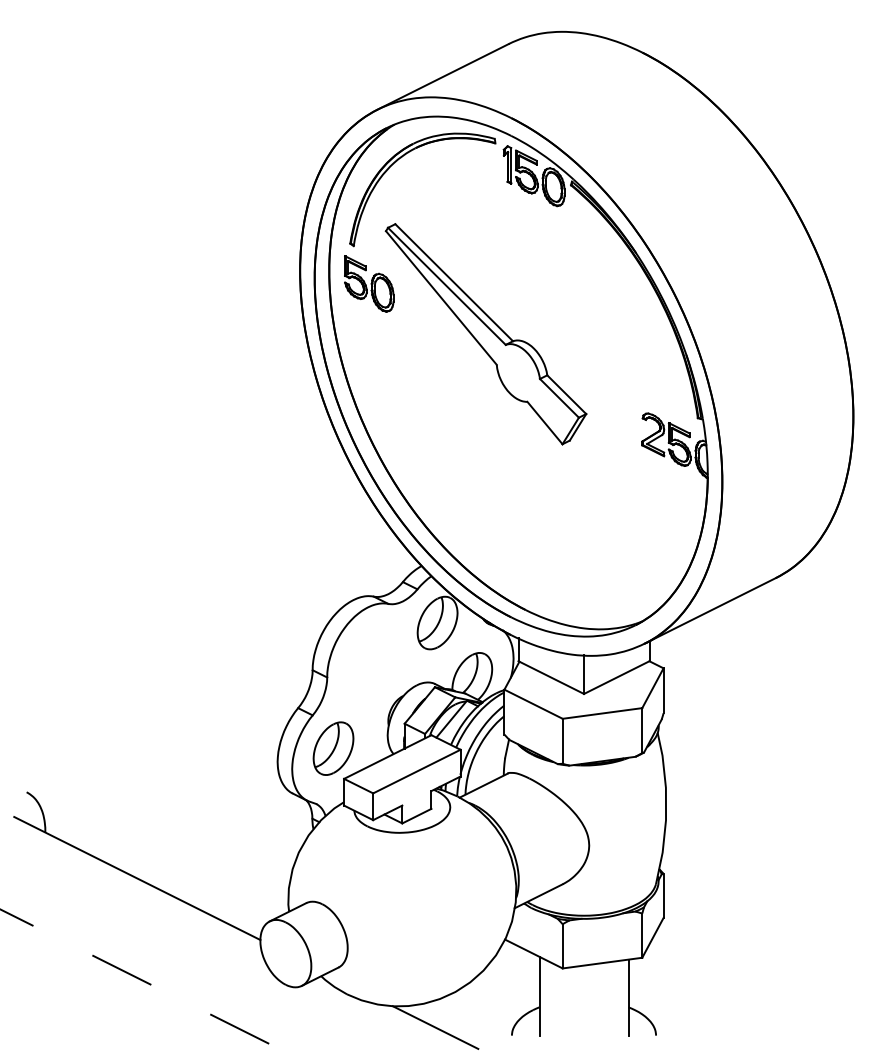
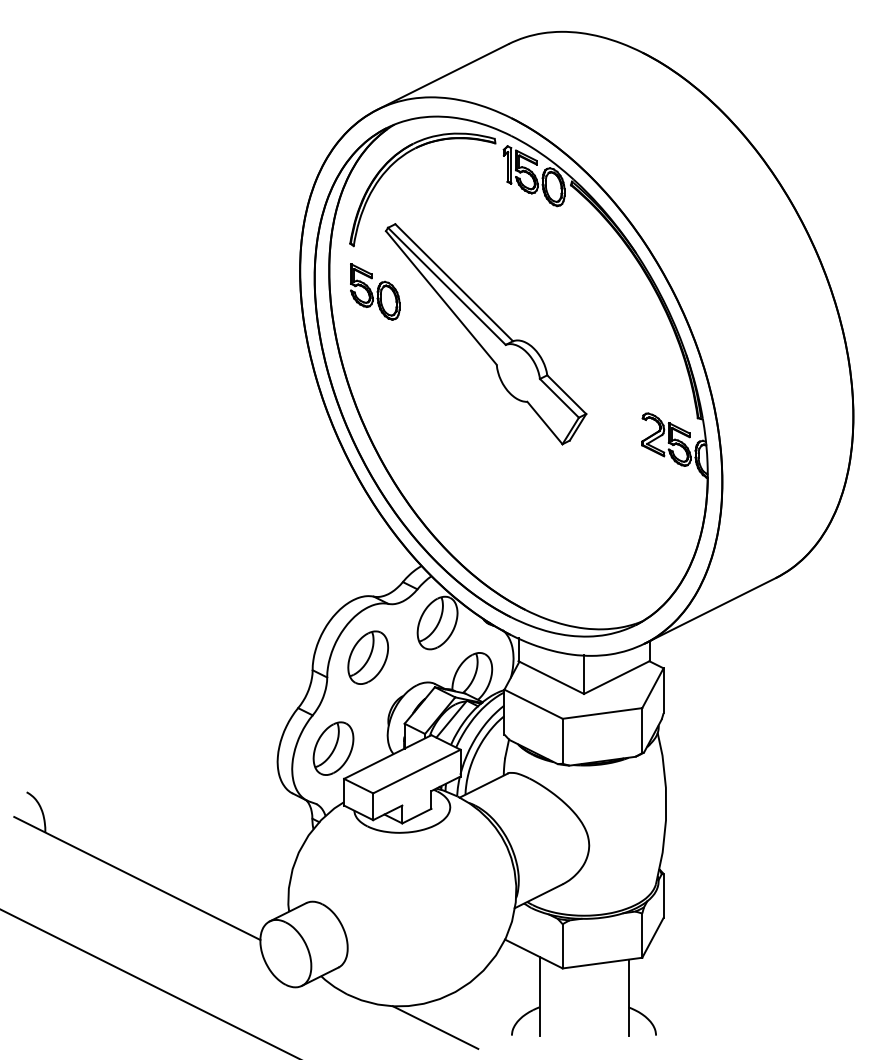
part at (369, 283) position: (369, 283) -> (375, 291)
part at (368, 657): none -> present
line at (150, 984): dashed -> solid
